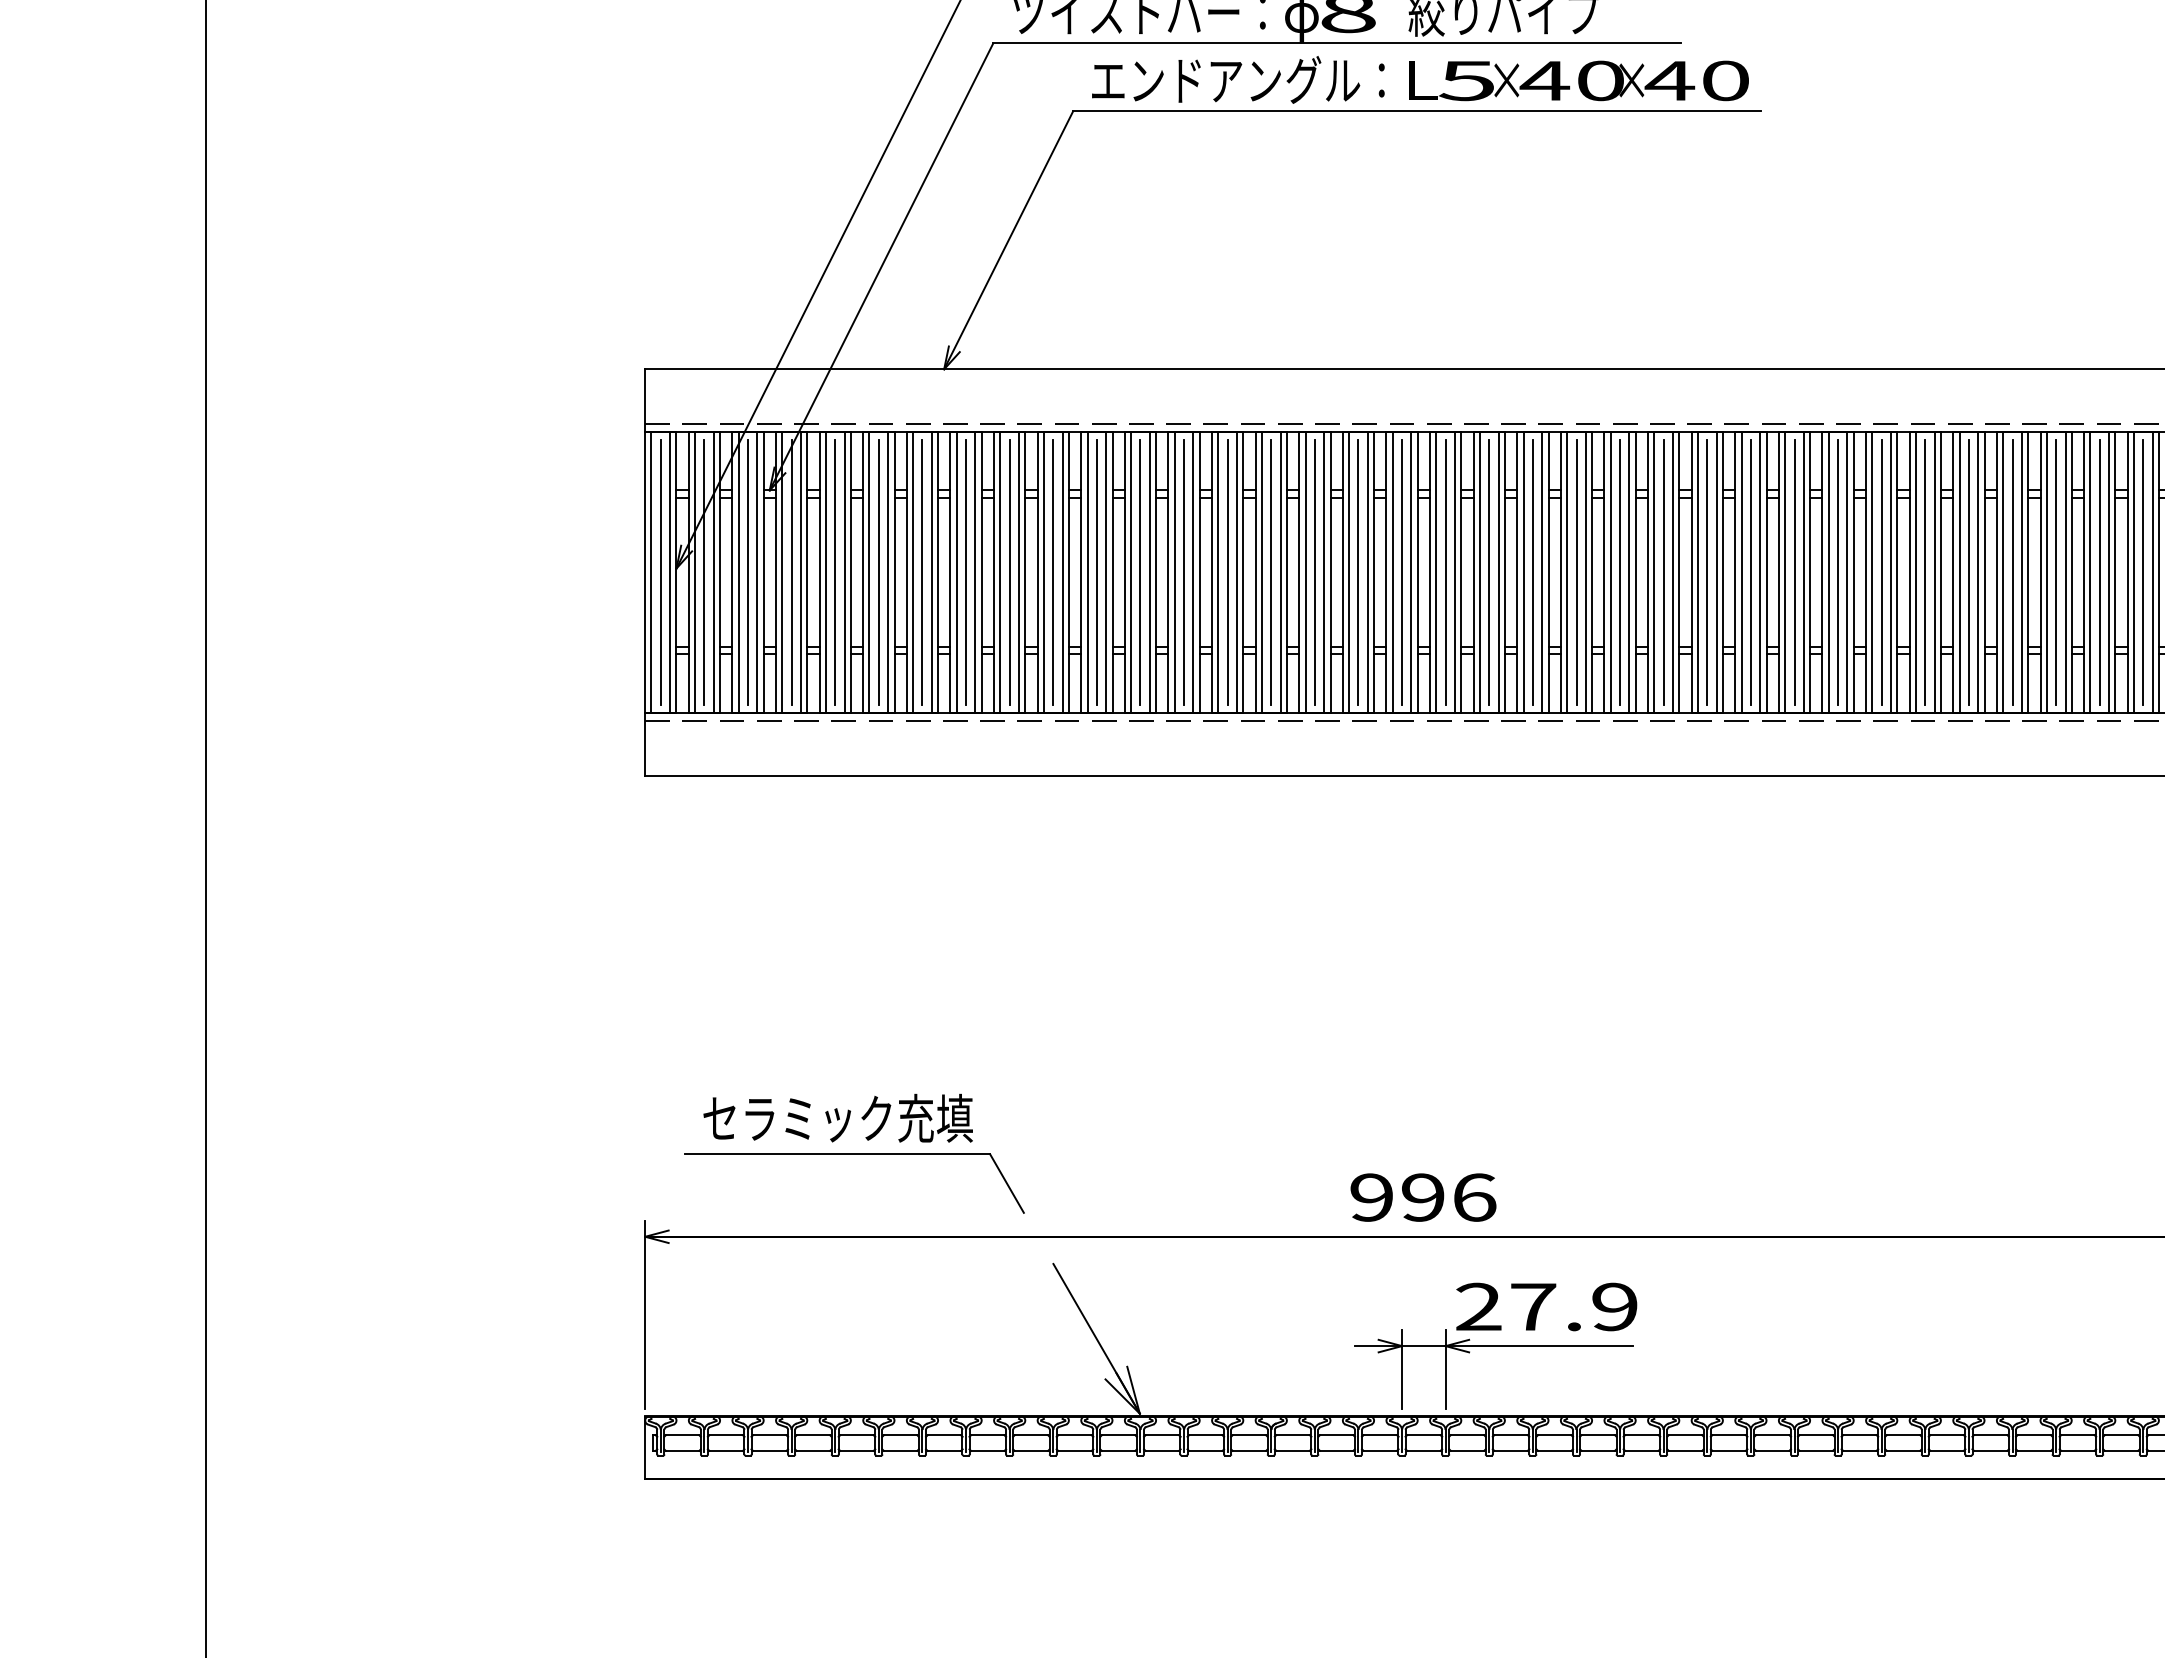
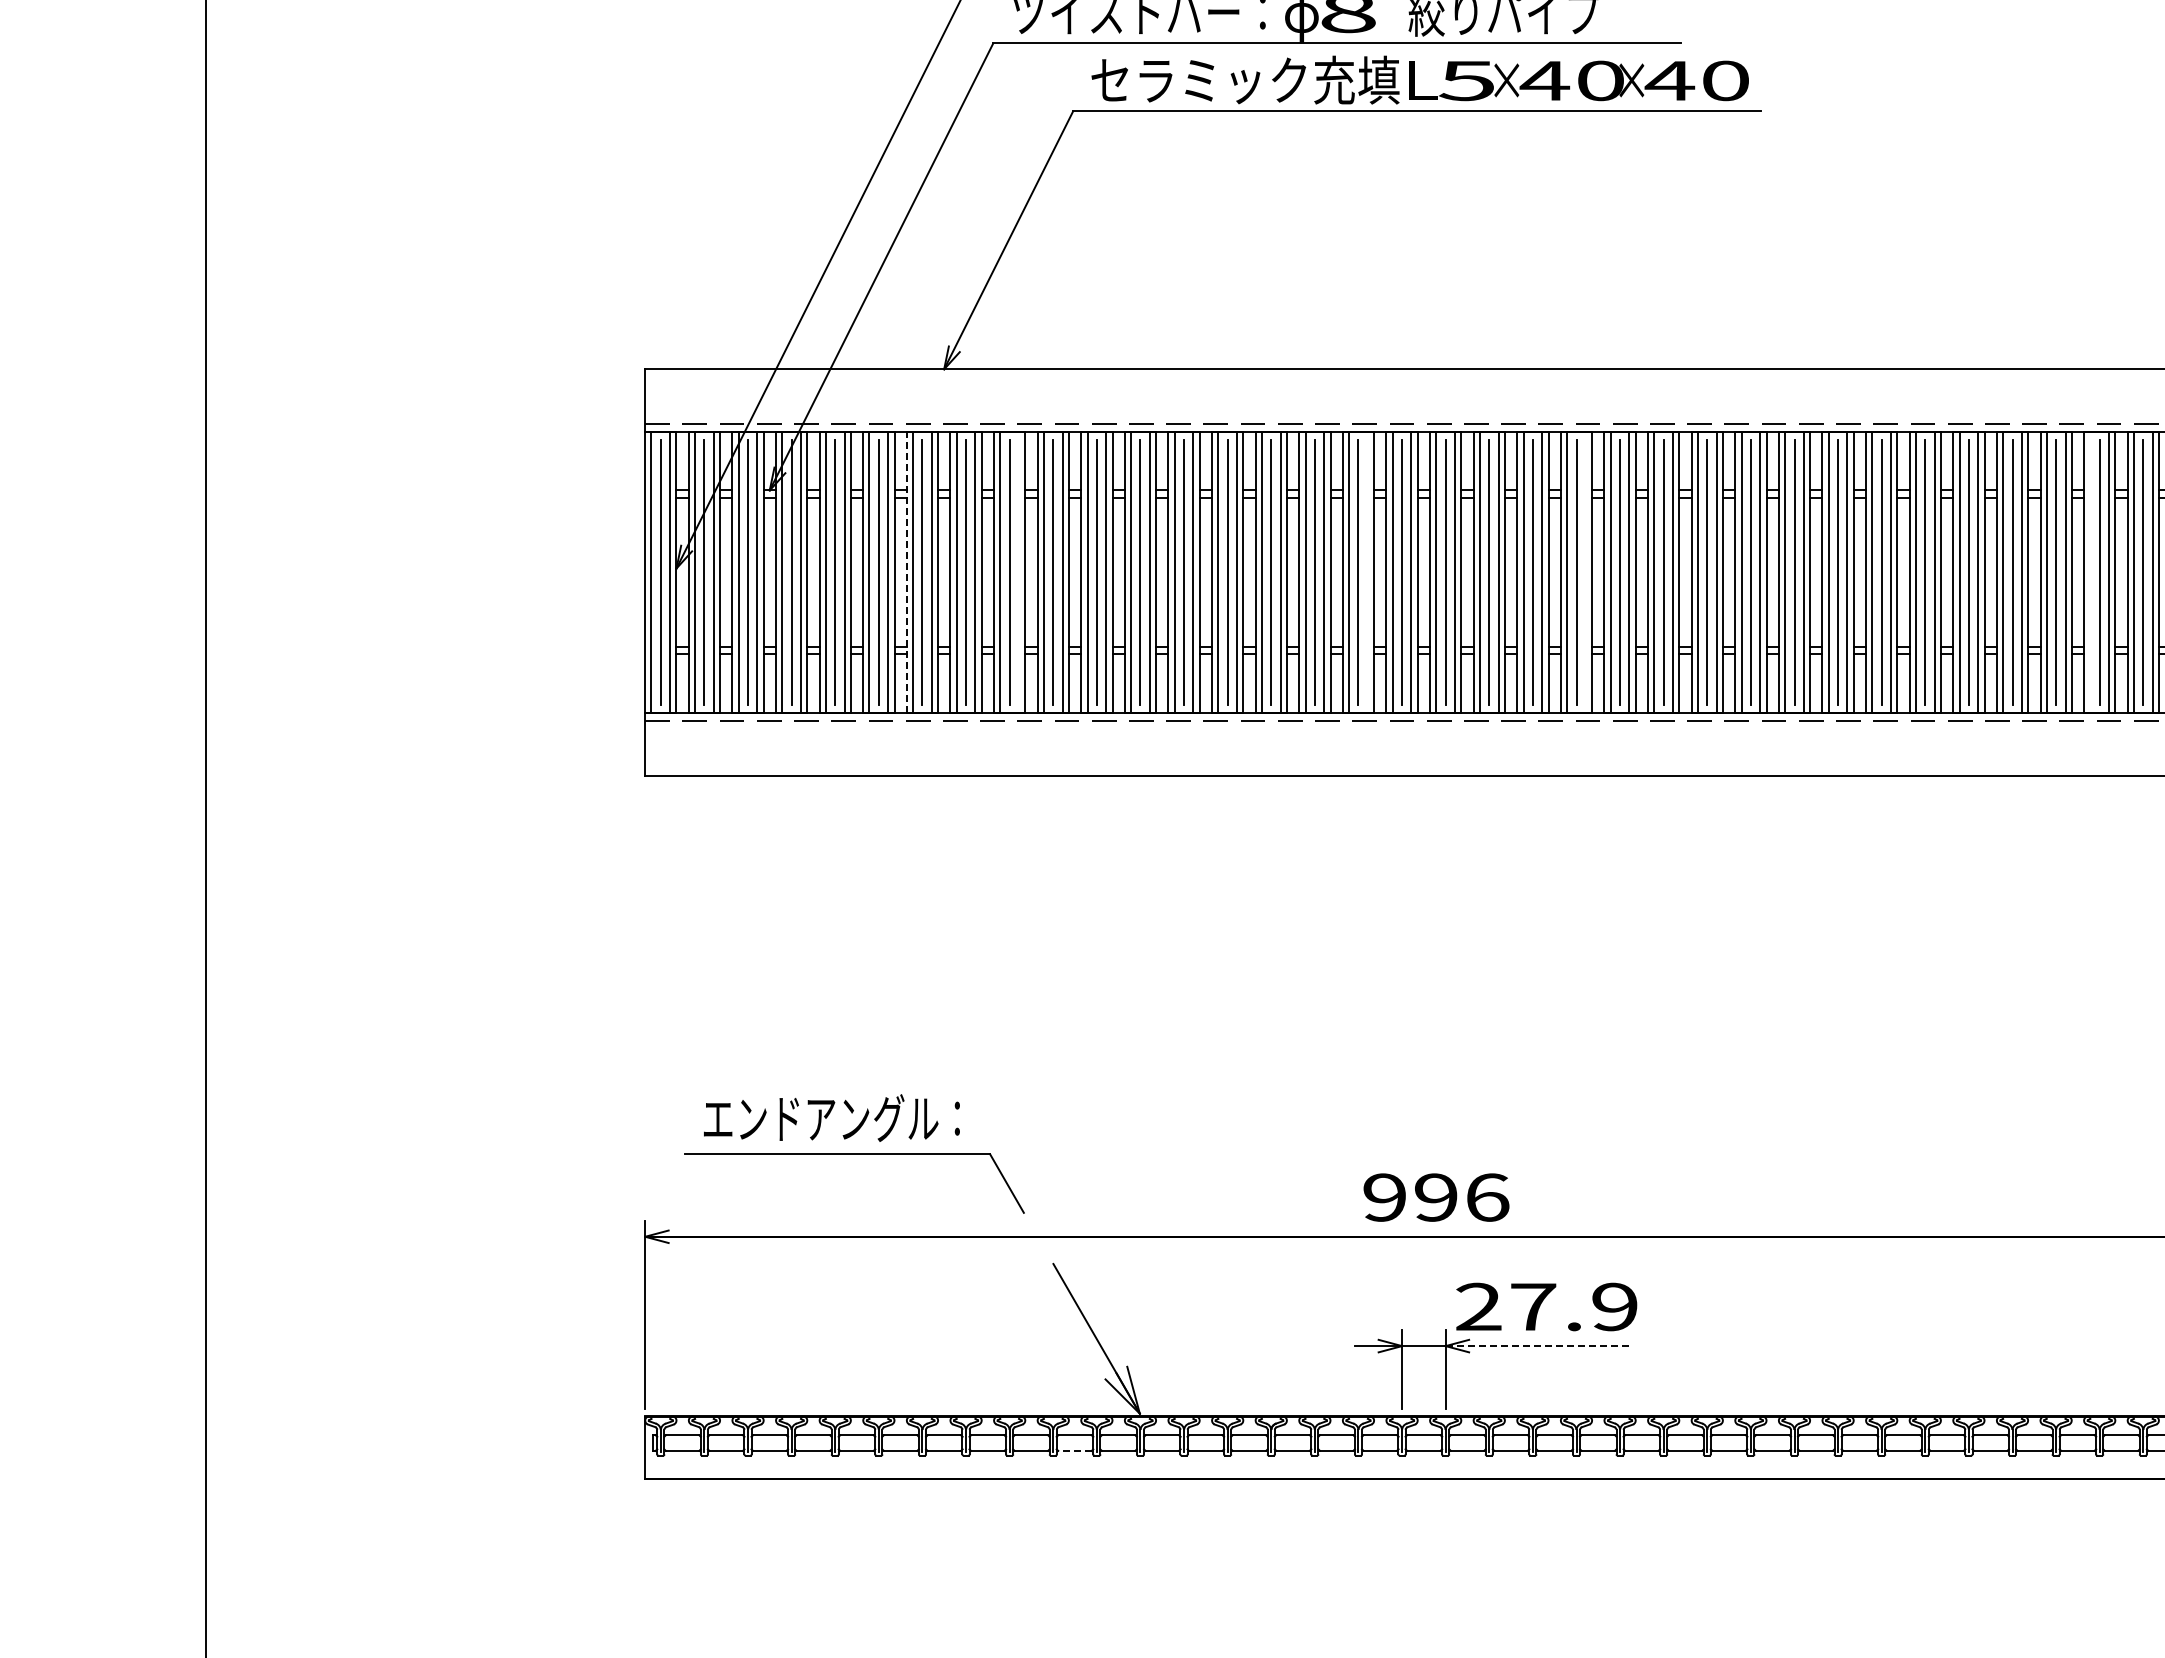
text at (1245, 79): エンドアングル： -> セラミック充填
line at (906, 572): solid -> dashed
line at (1019, 572): present -> none
line at (1367, 572): present -> none
line at (1585, 572): present -> none
line at (2090, 572): present -> none
text at (837, 1117): セラミック充填 -> エンドアングル：
text at (1423, 1197) position: (1423, 1197) -> (1436, 1197)
line at (1539, 1346): solid -> dashed
line at (1075, 1450): solid -> dashed
